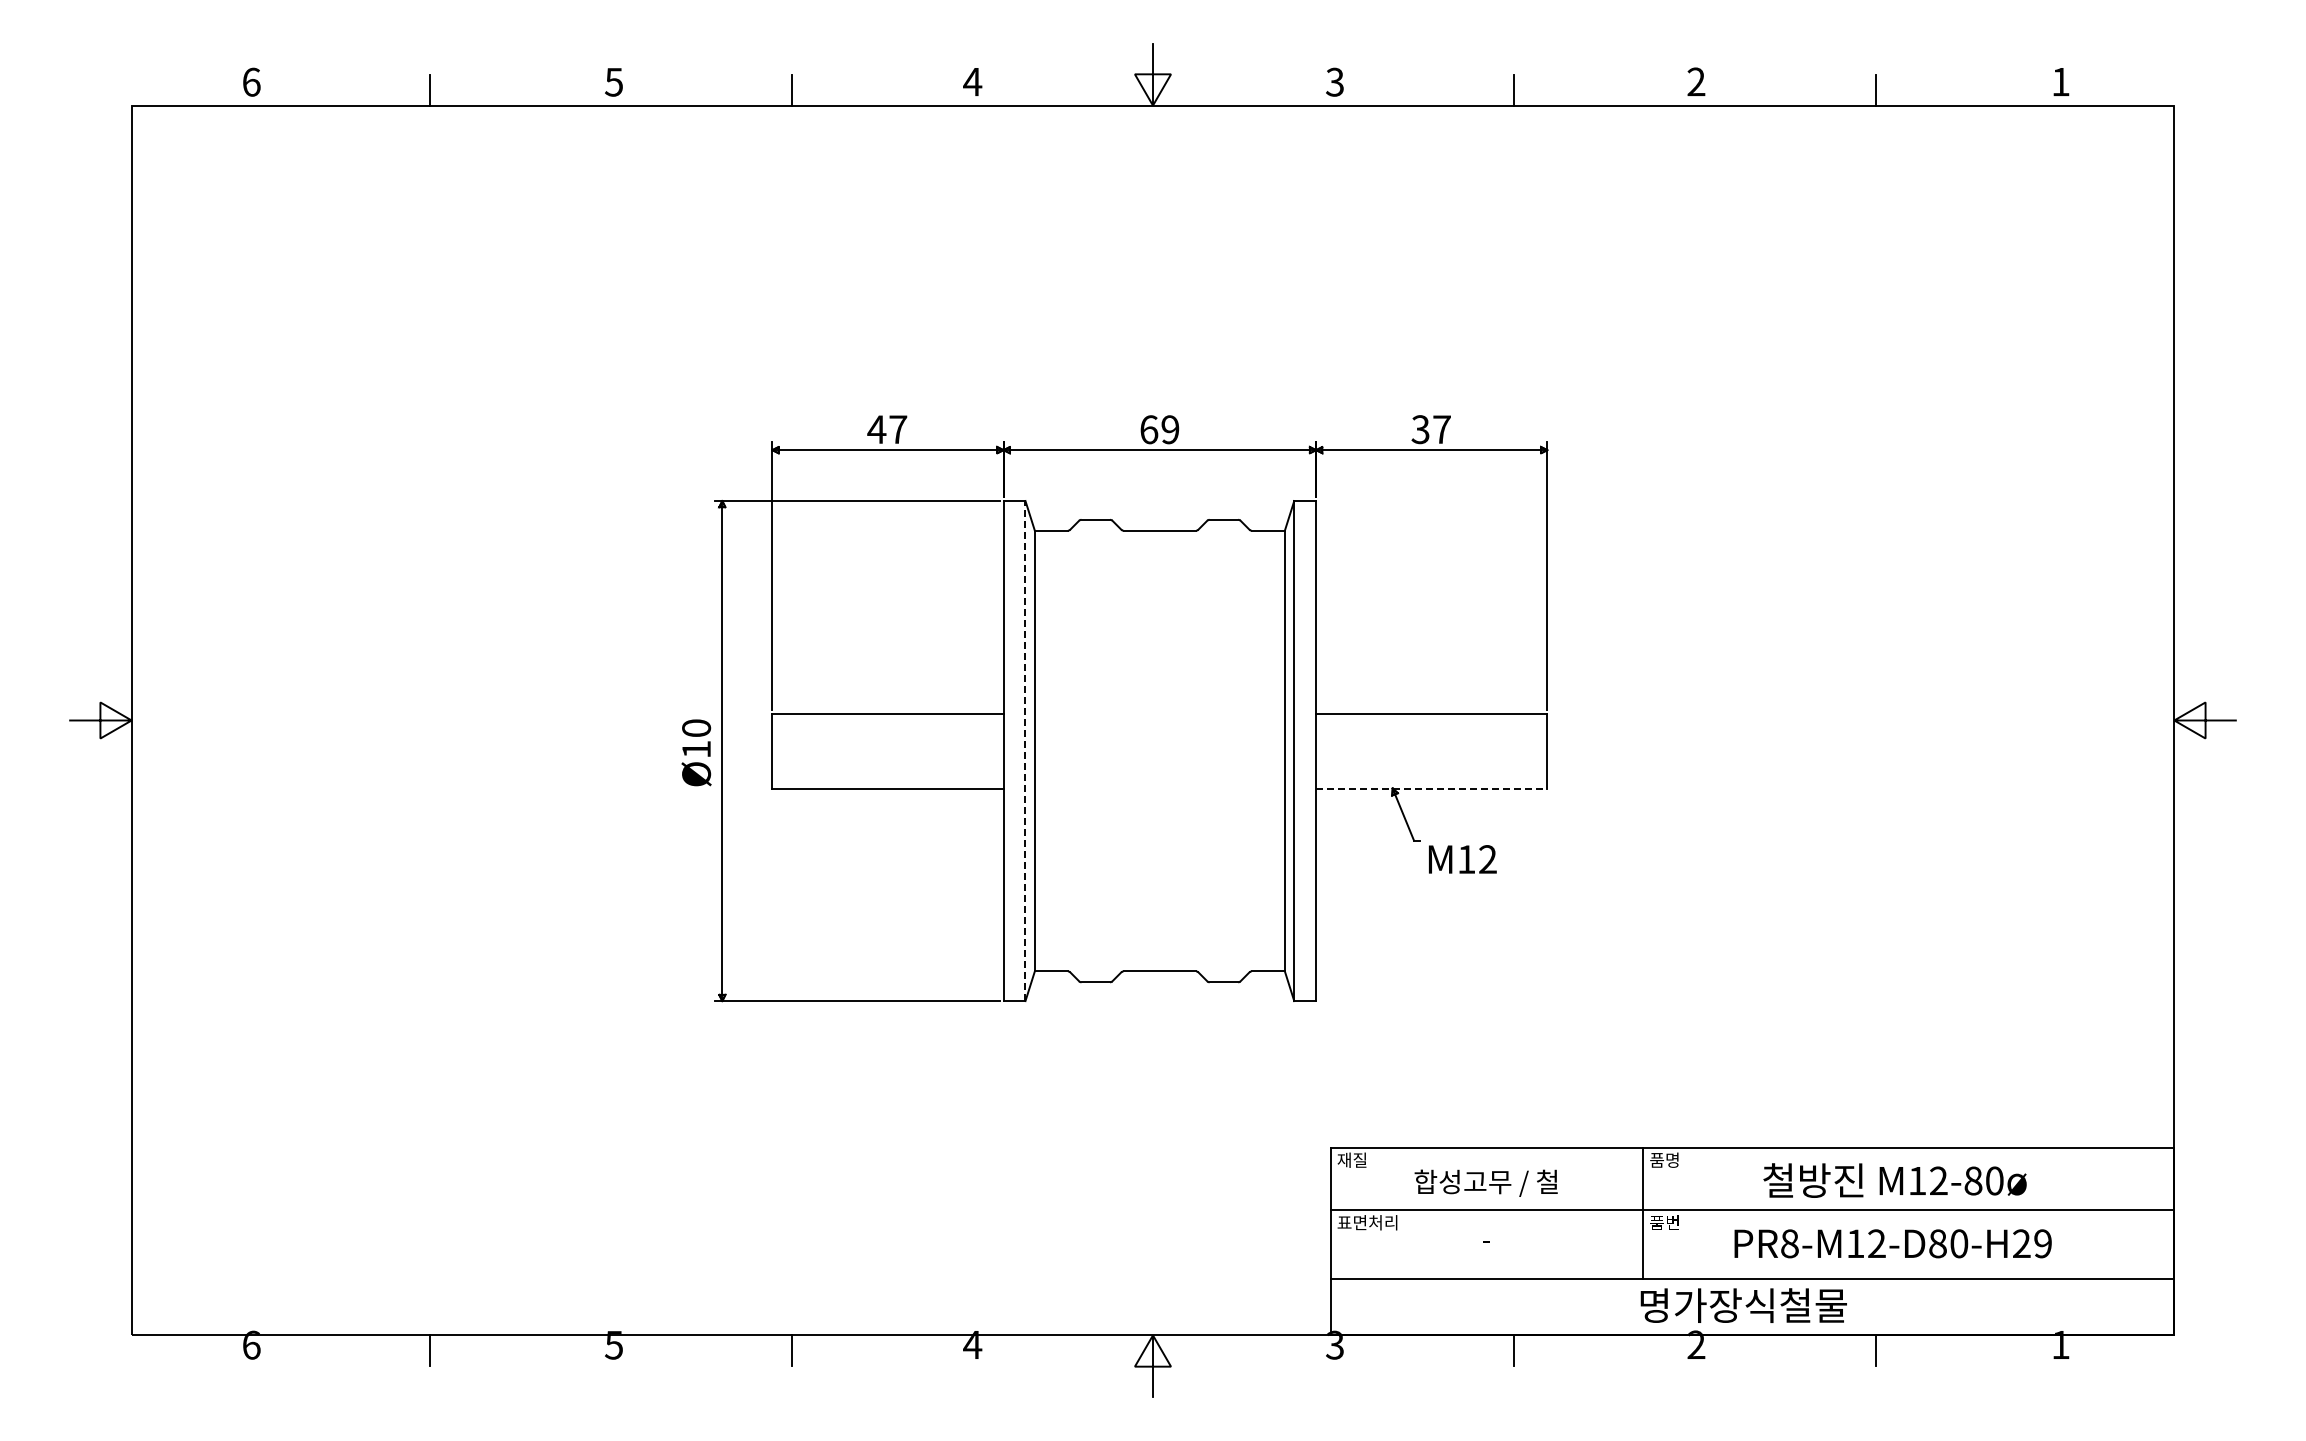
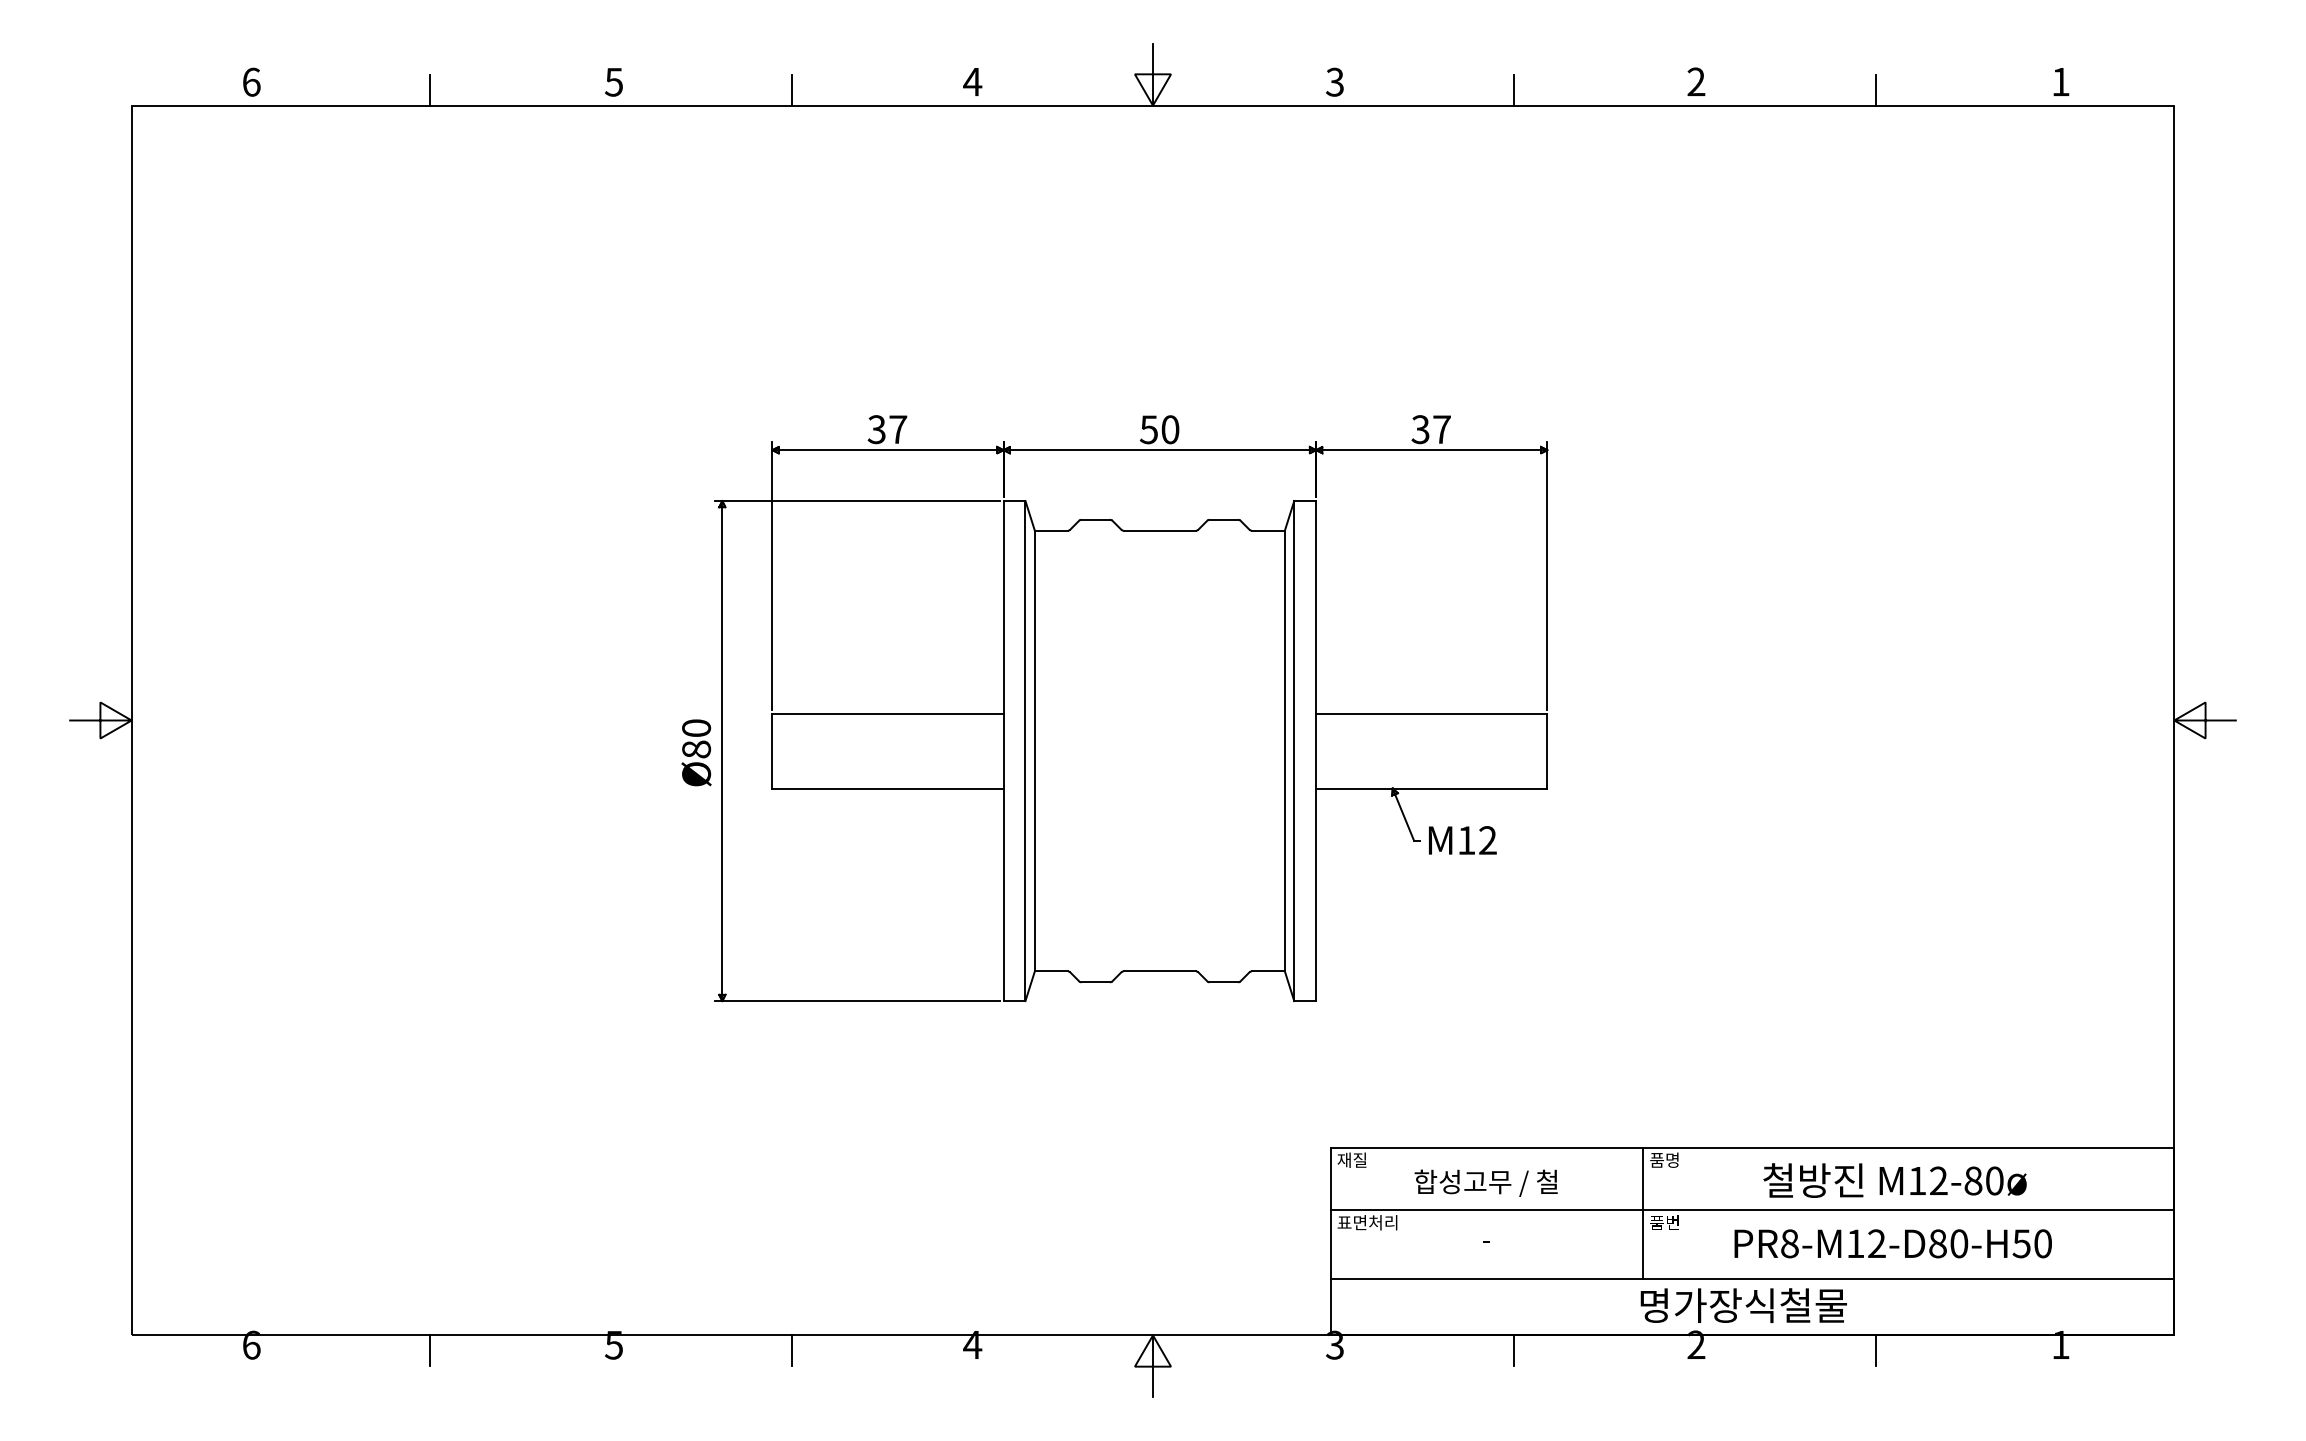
text at (876, 429): 47 -> 37
text at (1159, 429): 69 -> 50
text at (696, 749): Ø10 -> Ø80
line at (1025, 750): dashed -> solid
line at (1431, 788): dashed -> solid
text at (1462, 859) position: (1462, 859) -> (1462, 840)
text at (2031, 1243): PR8-M12-D80-H29 -> PR8-M12-D80-H50
